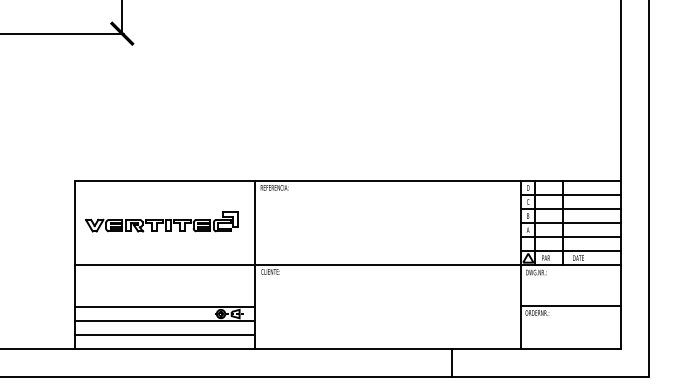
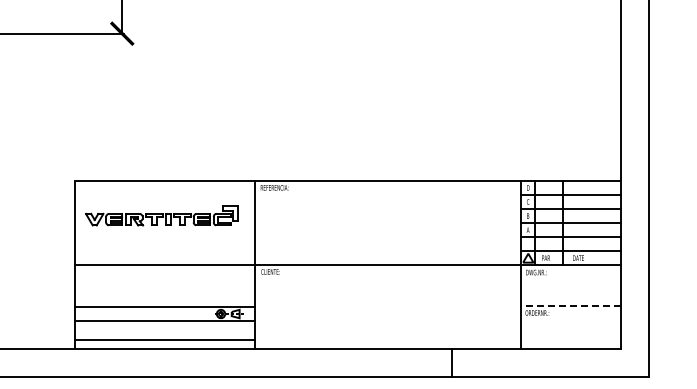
part at (161, 221) position: (161, 221) -> (161, 215)
line at (570, 305): solid -> dashed
line at (164, 335) position: (164, 335) -> (164, 340)
